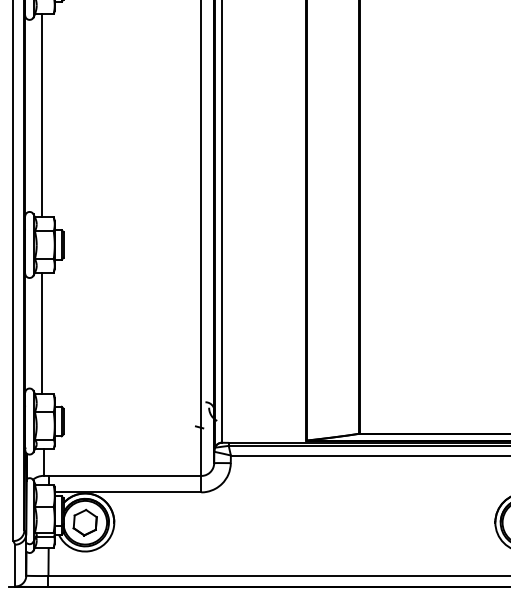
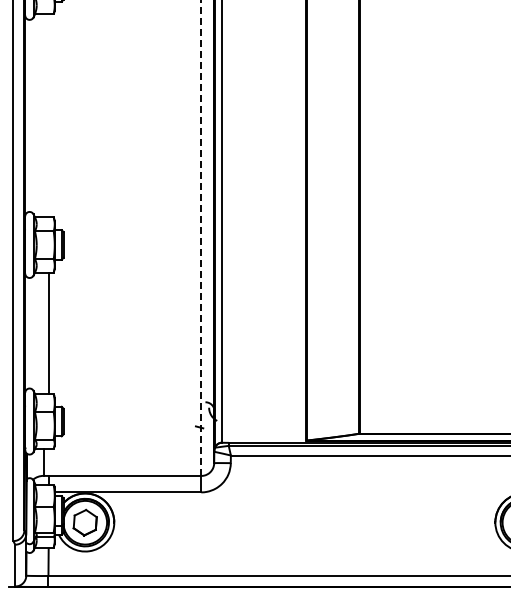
line at (41, 115): present -> none
line at (201, 237): solid -> dashed
line at (41, 333) position: (41, 333) -> (48, 333)
